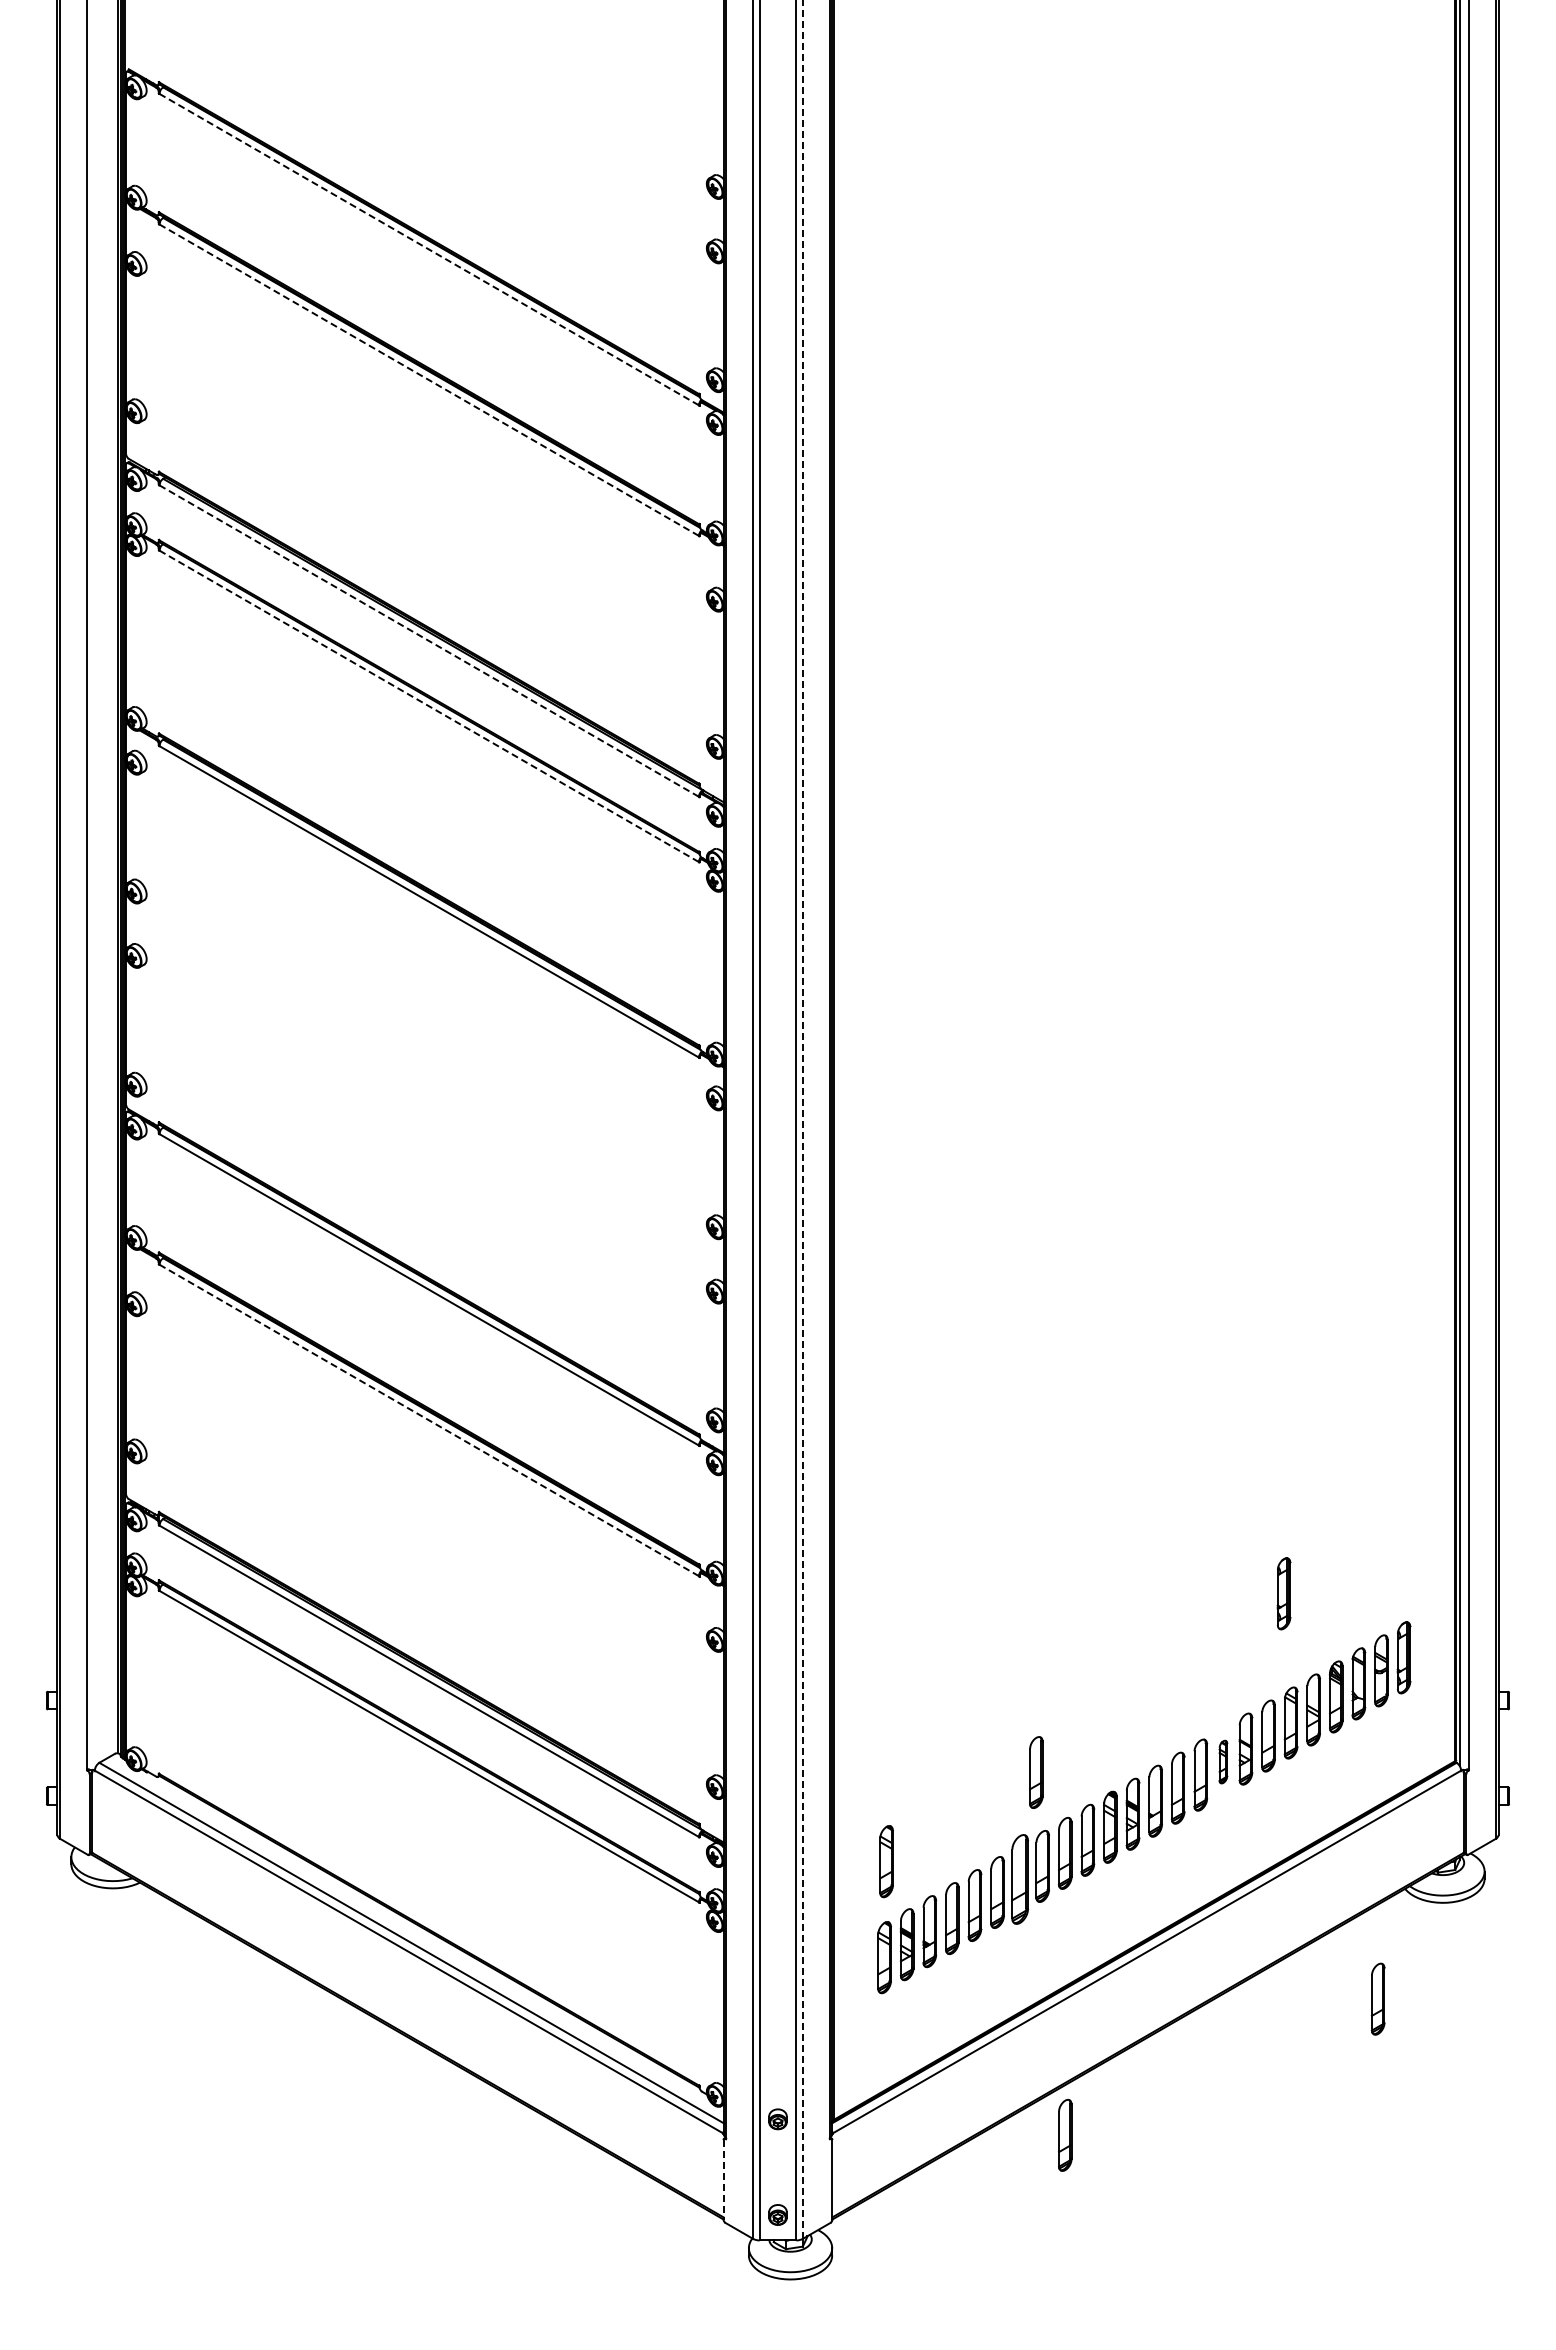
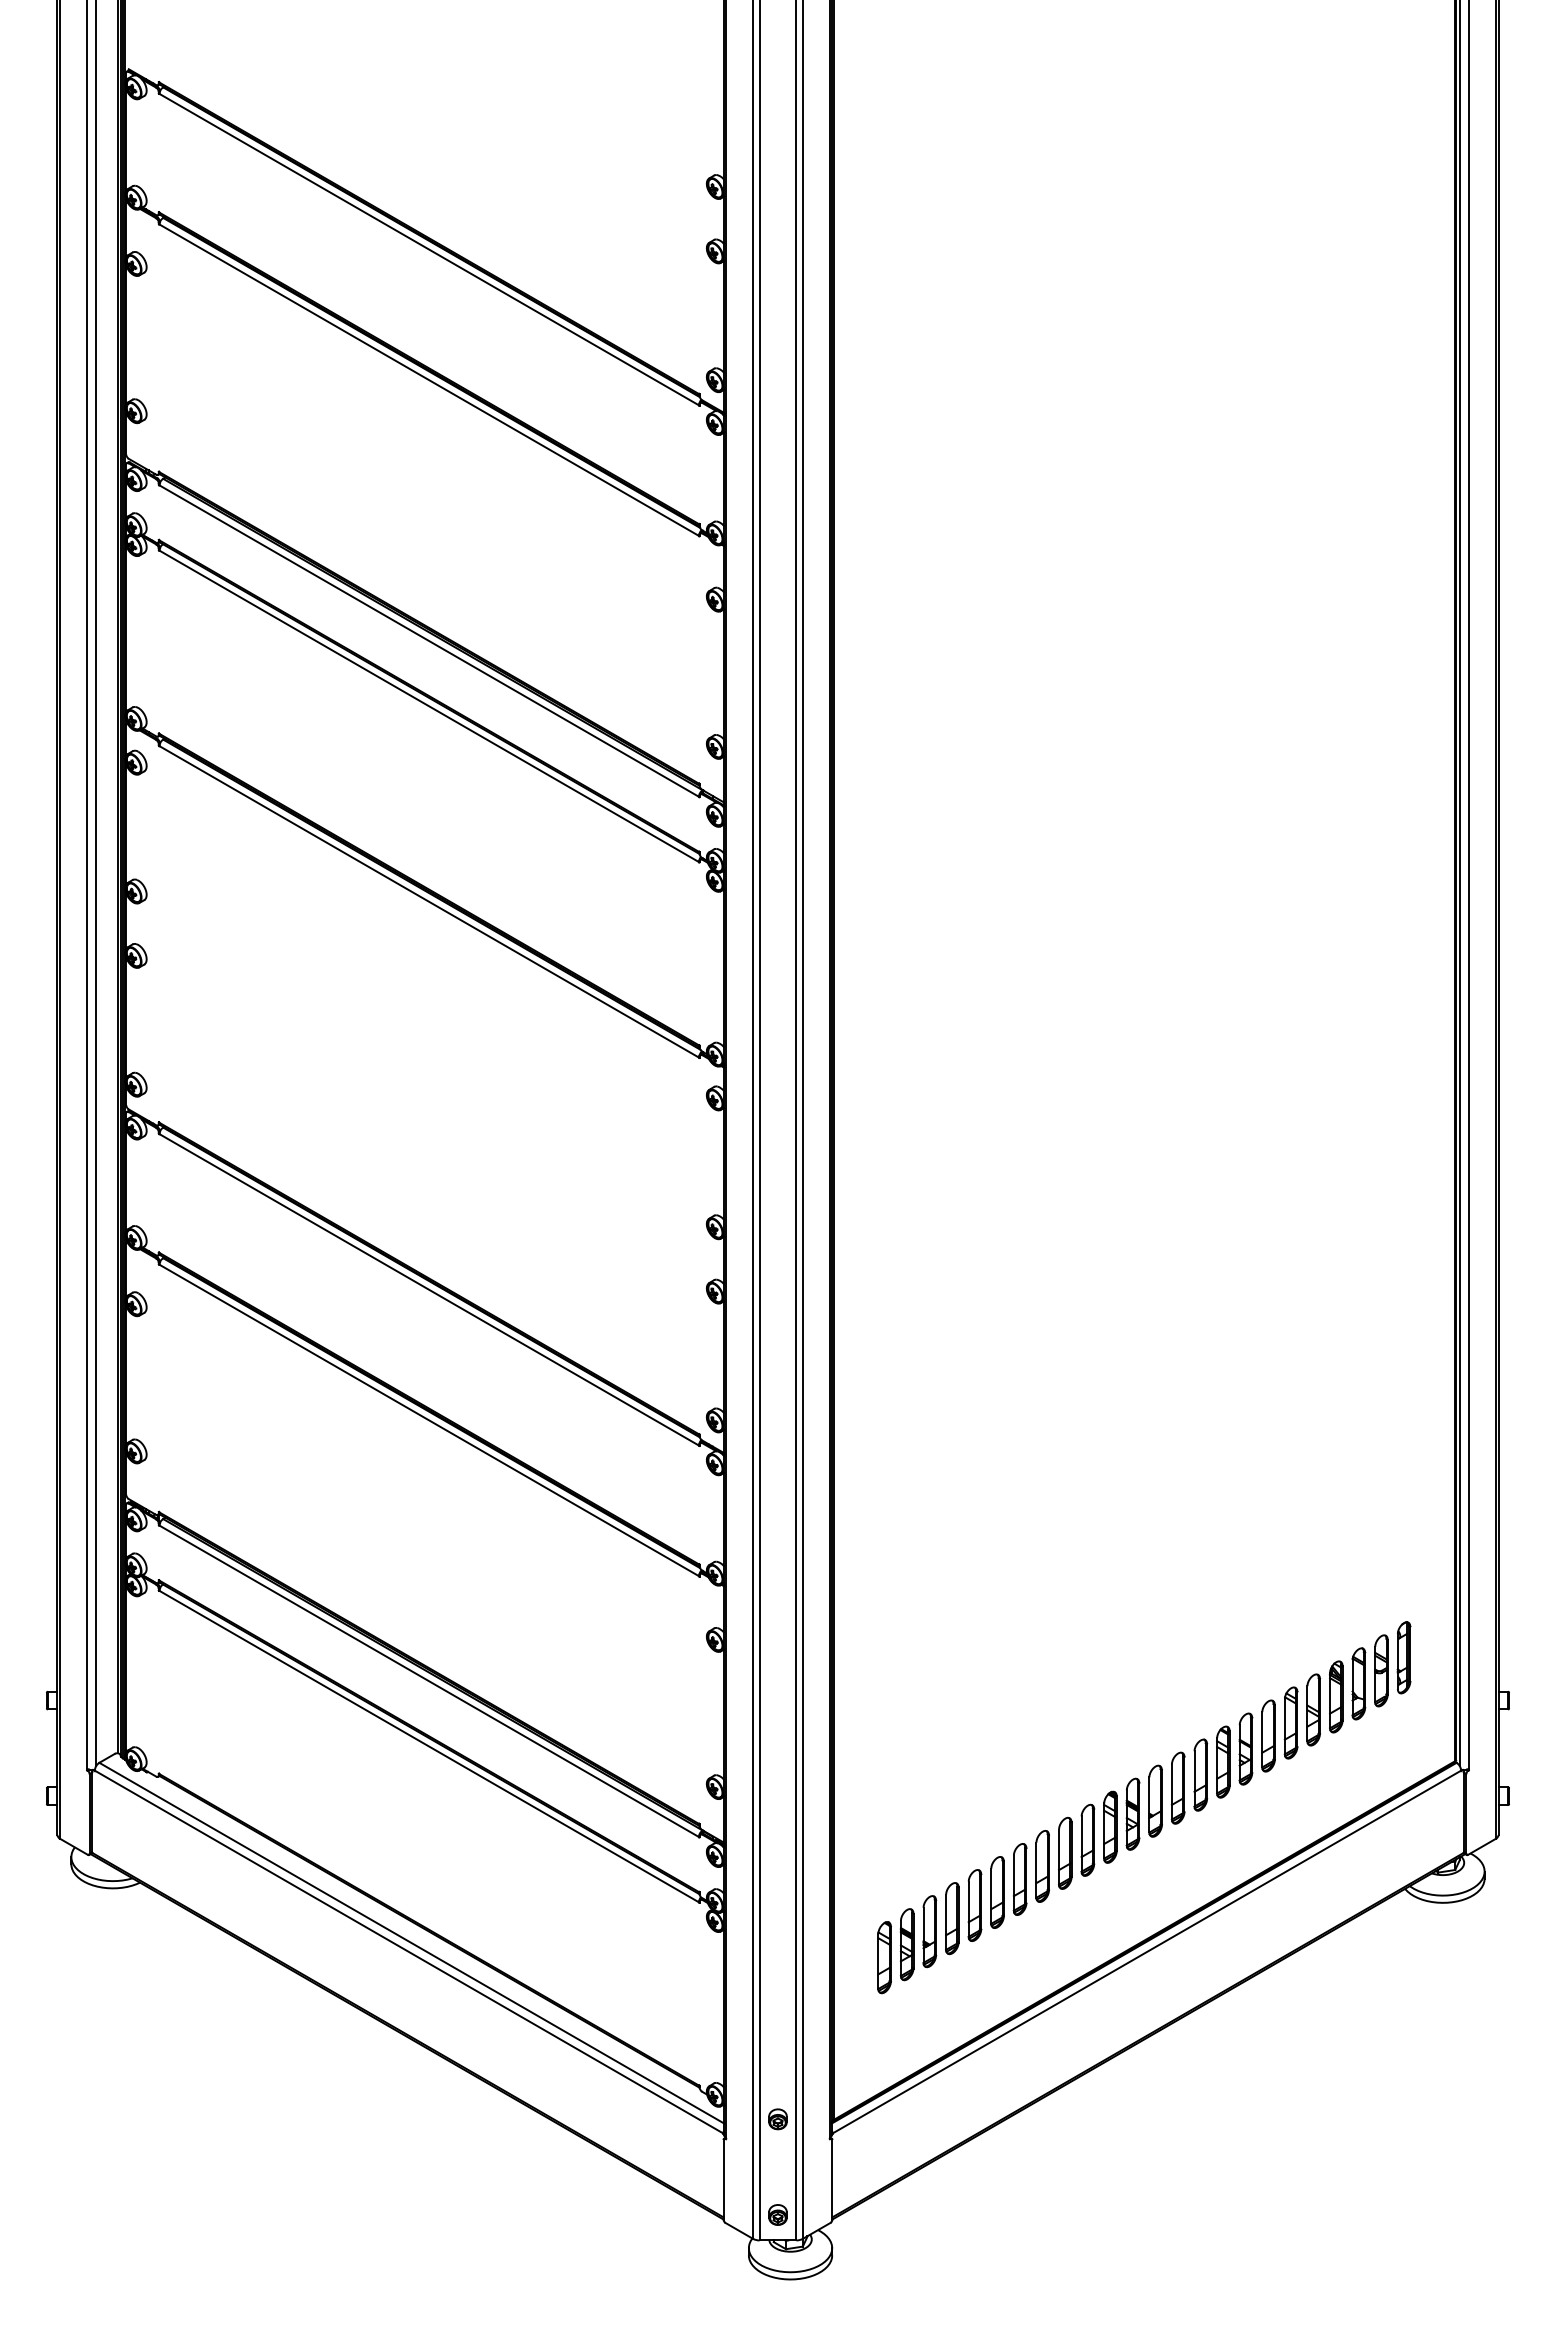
line at (428, 249): dashed -> solid
line at (428, 379): dashed -> solid
line at (428, 640): dashed -> solid
line at (428, 706): dashed -> solid
line at (96, 884): none -> present
line at (802, 1119): dashed -> solid
line at (428, 1420): dashed -> solid
part at (1283, 1593): present -> none
part at (1223, 1761) size: 11x46 px -> 15x74 px
part at (1036, 1772): present -> none
part at (886, 1861): present -> none
part at (1020, 1879) size: 19x91 px -> 16x73 px
part at (1377, 1998): present -> none
part at (1065, 2135): present -> none
line at (723, 2179): dashed -> solid
